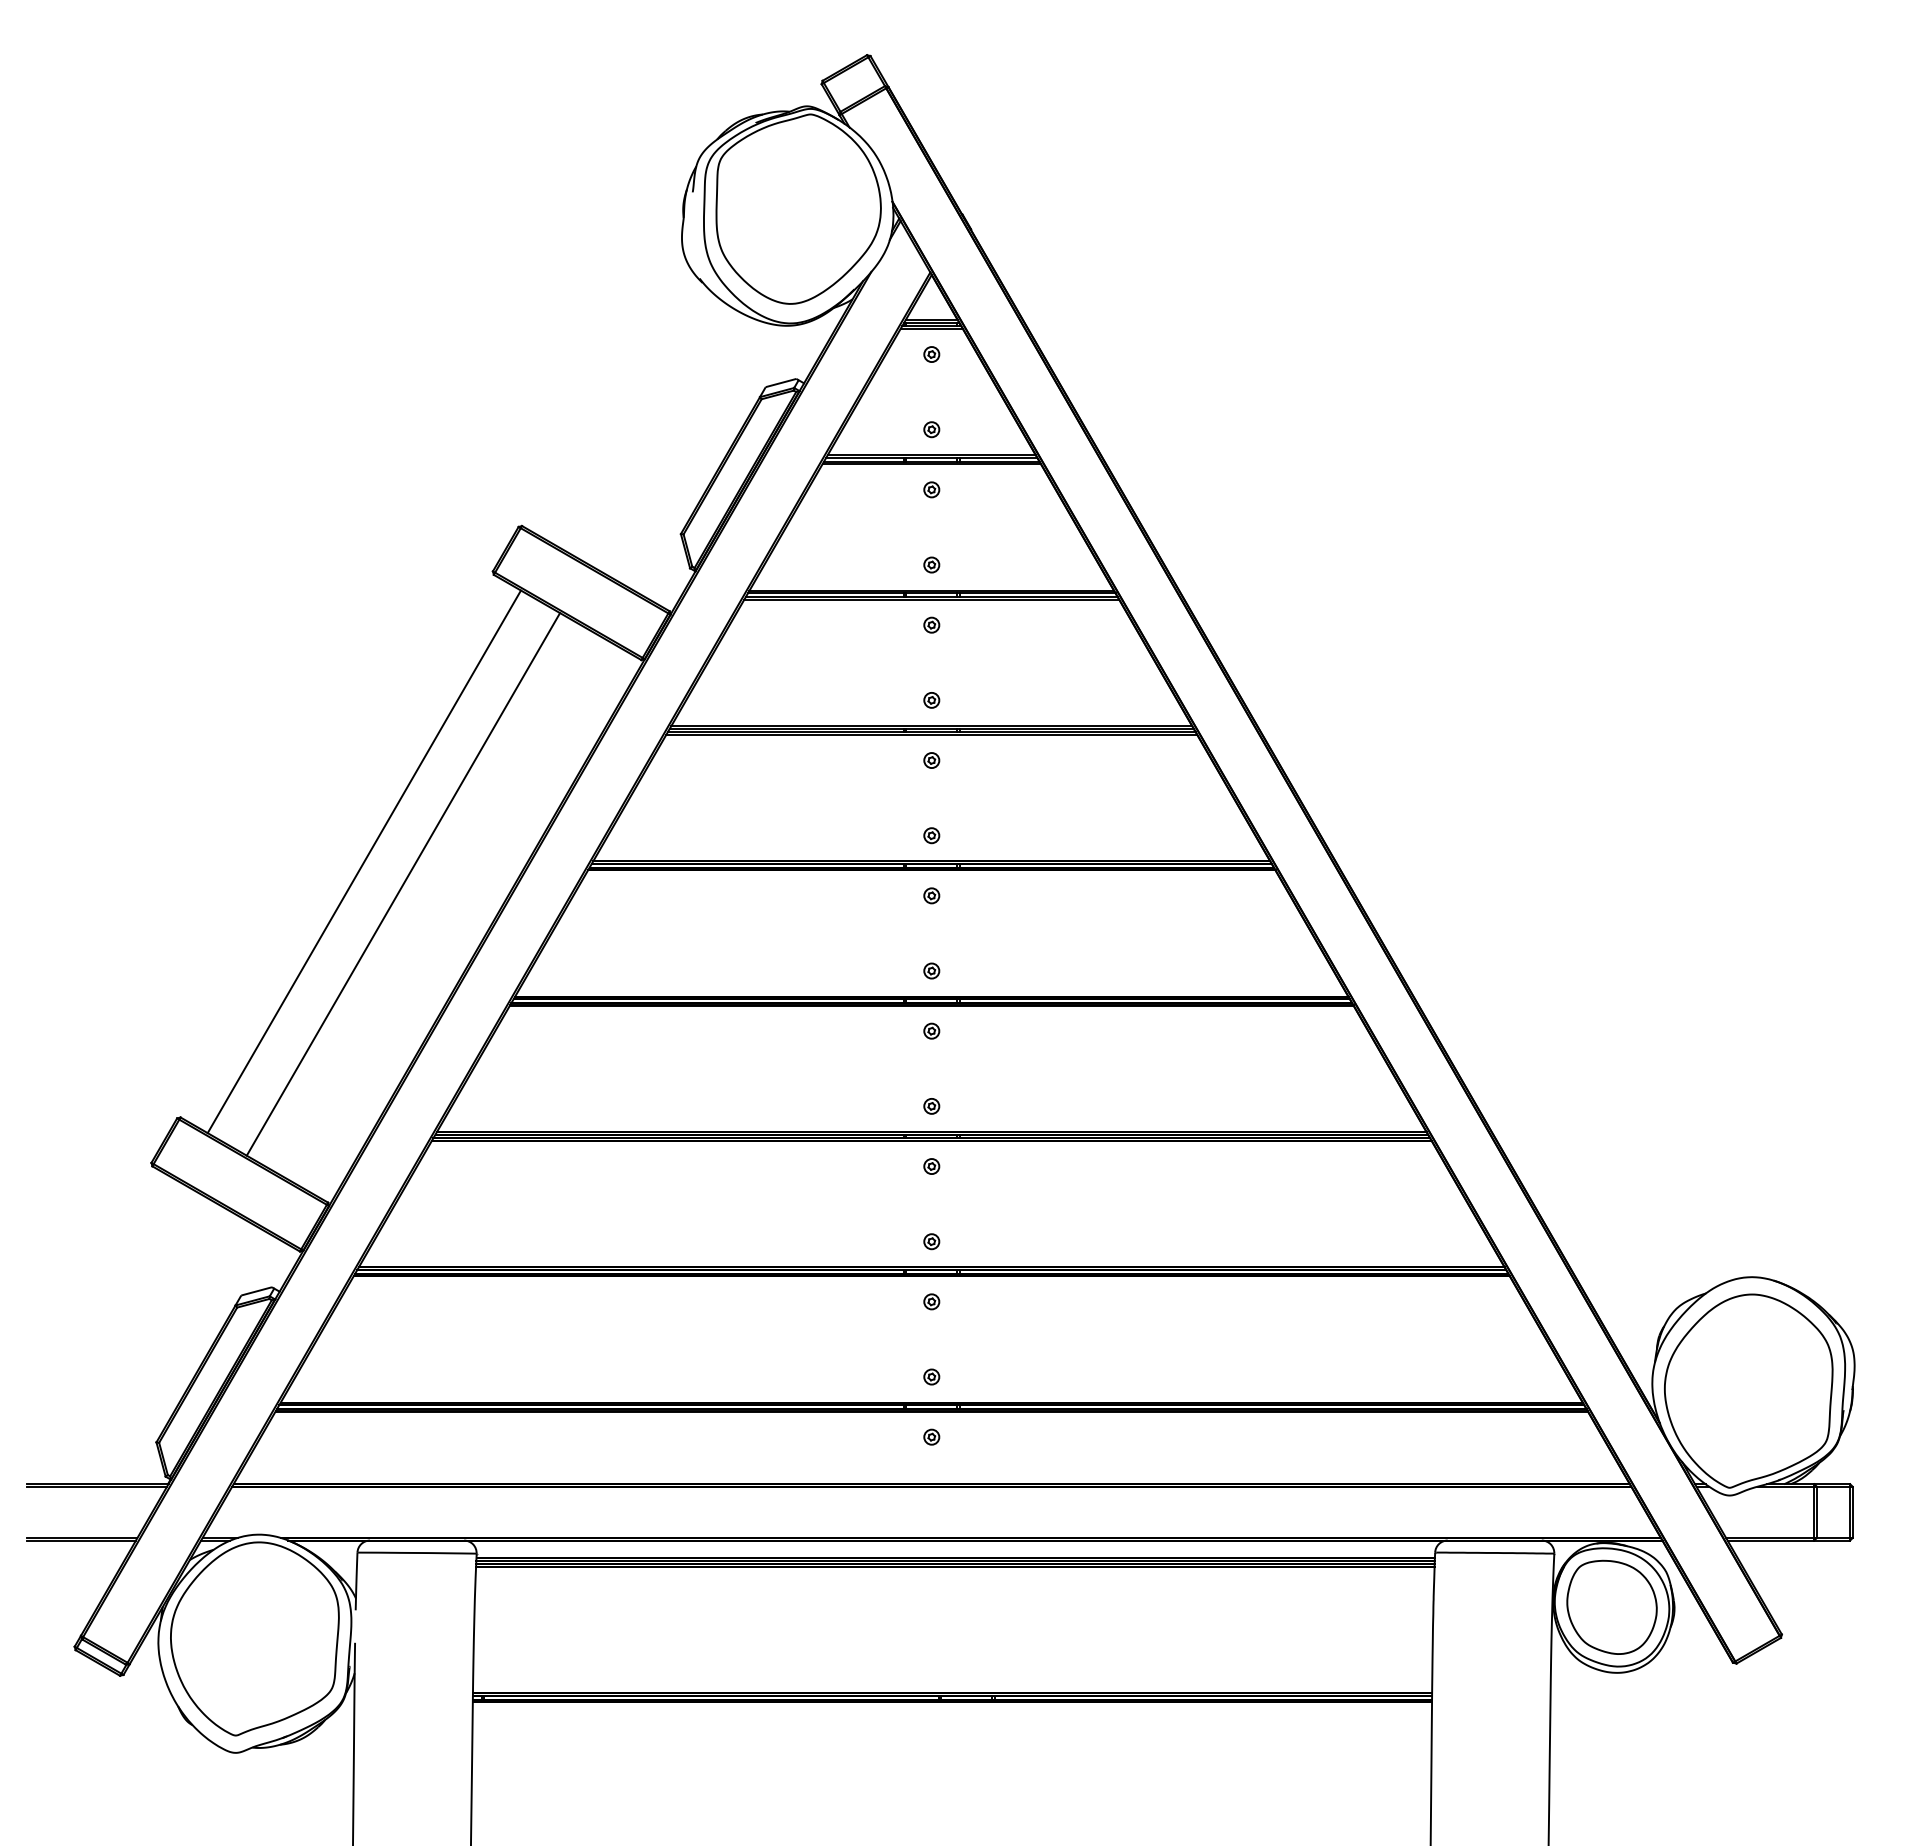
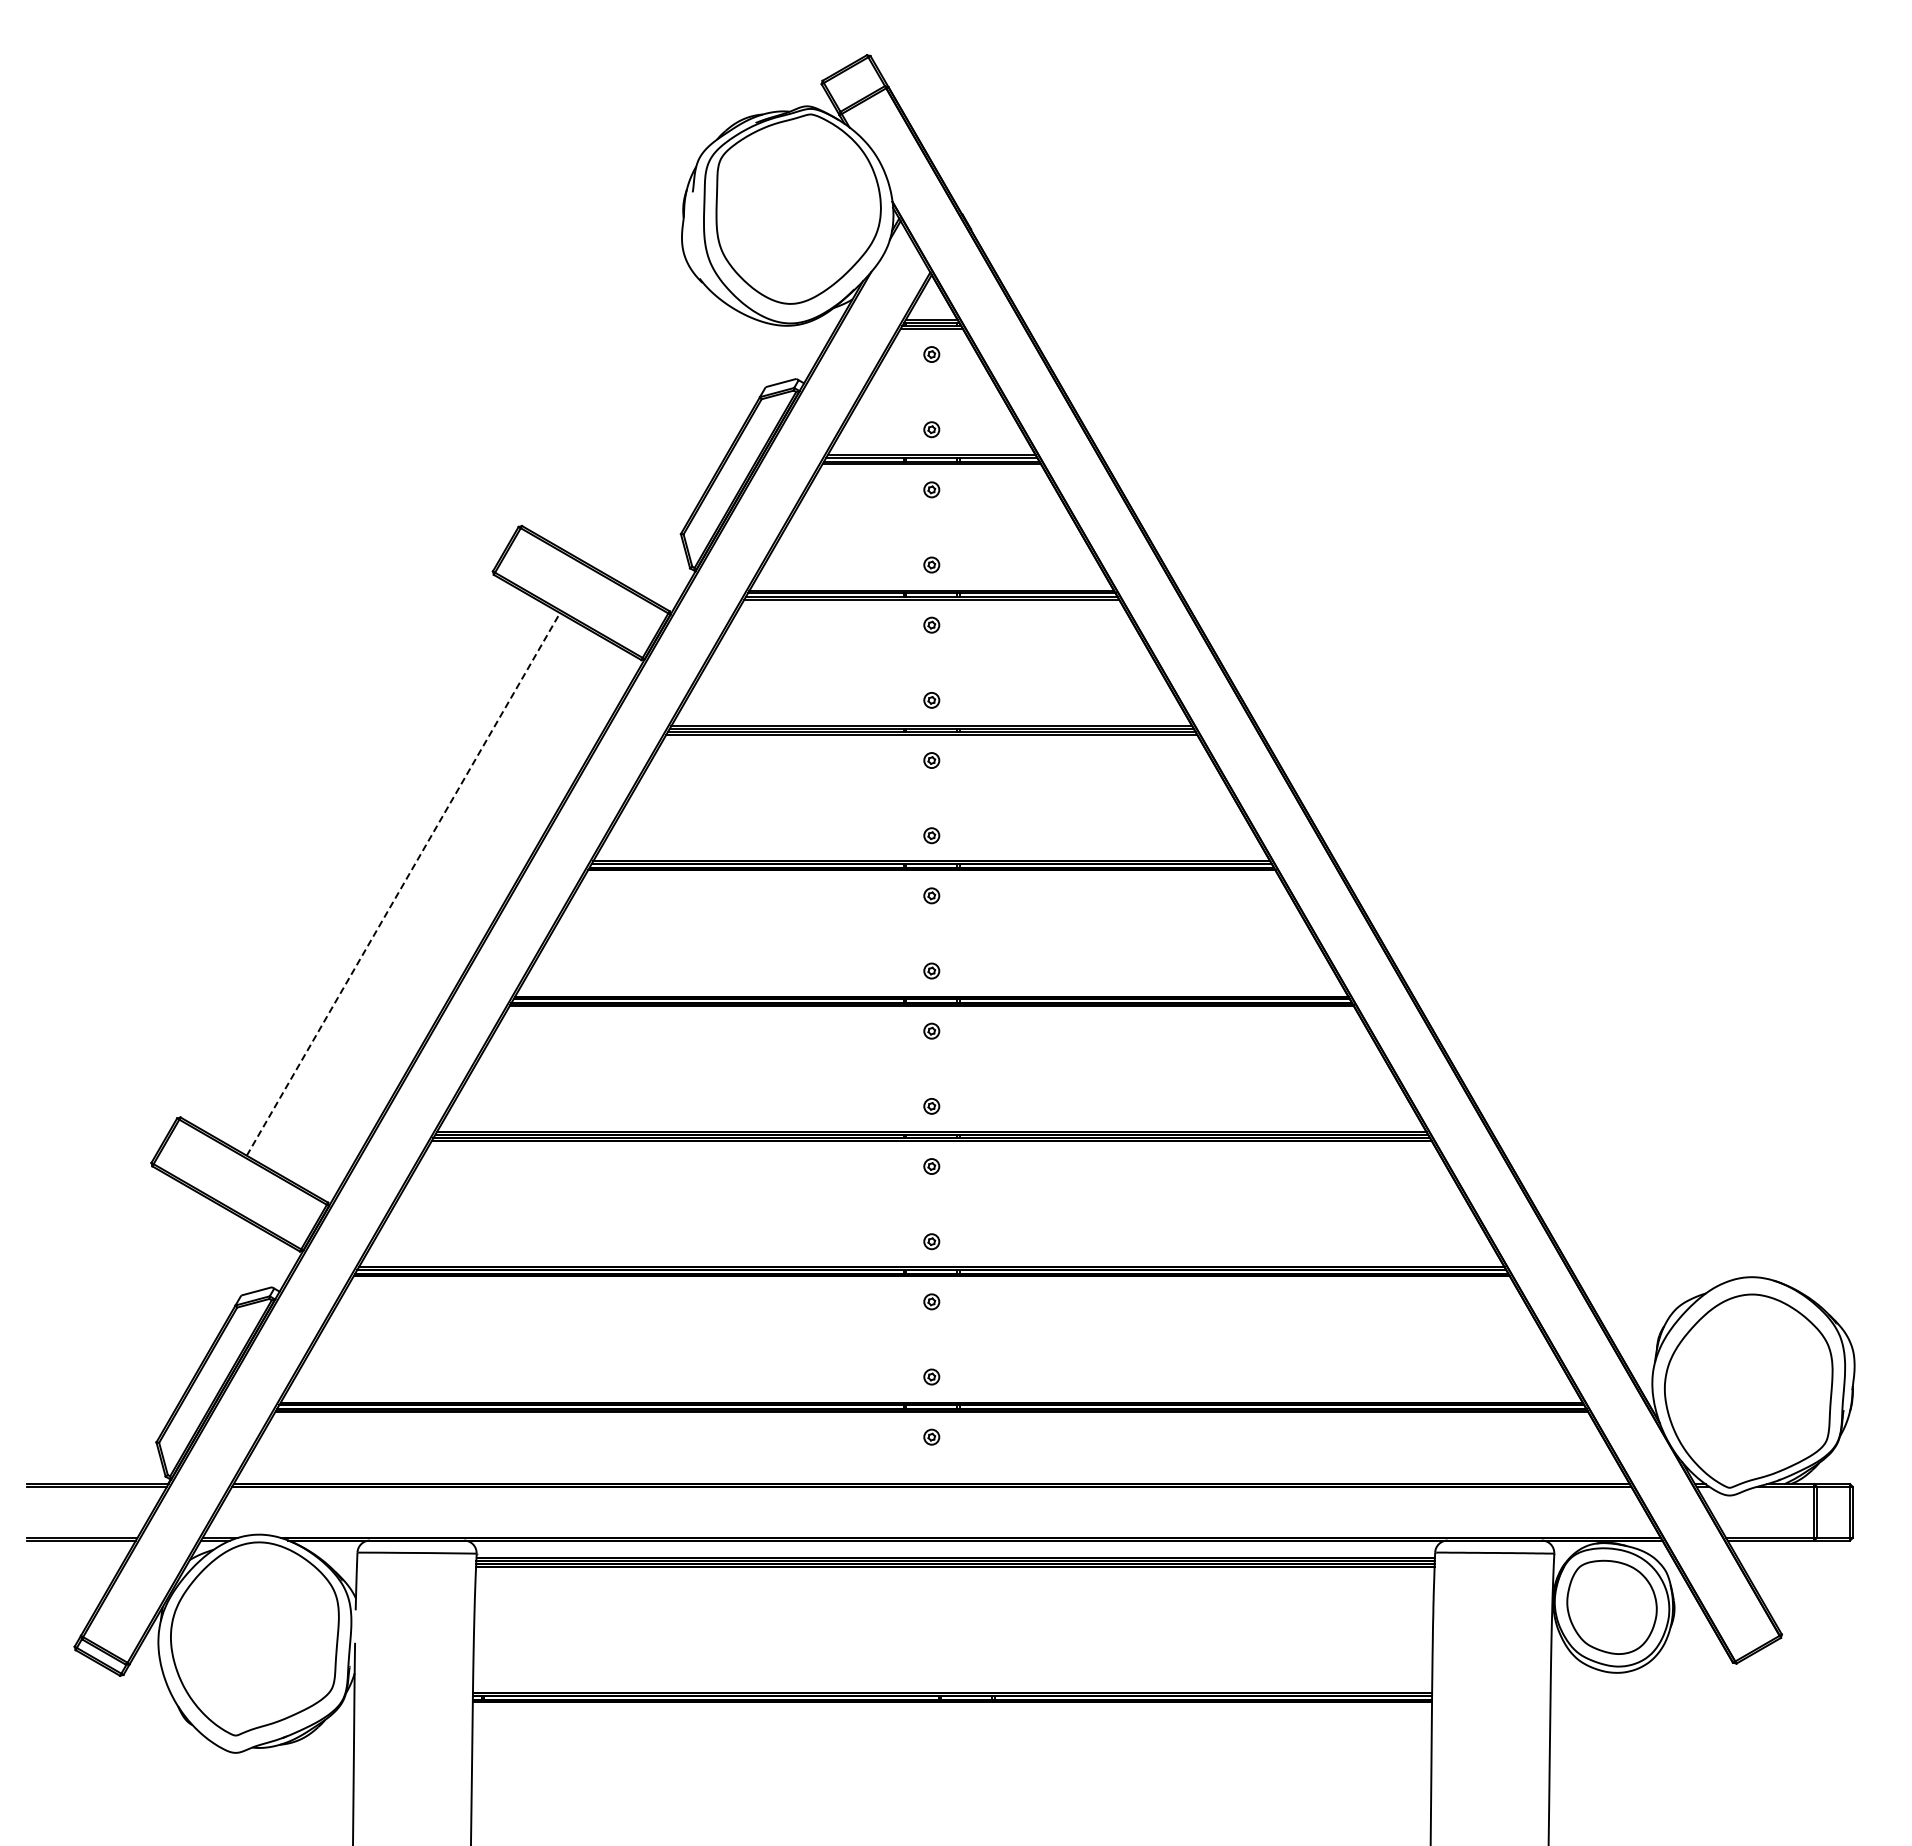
line at (363, 861): present -> none
line at (403, 883): solid -> dashed
